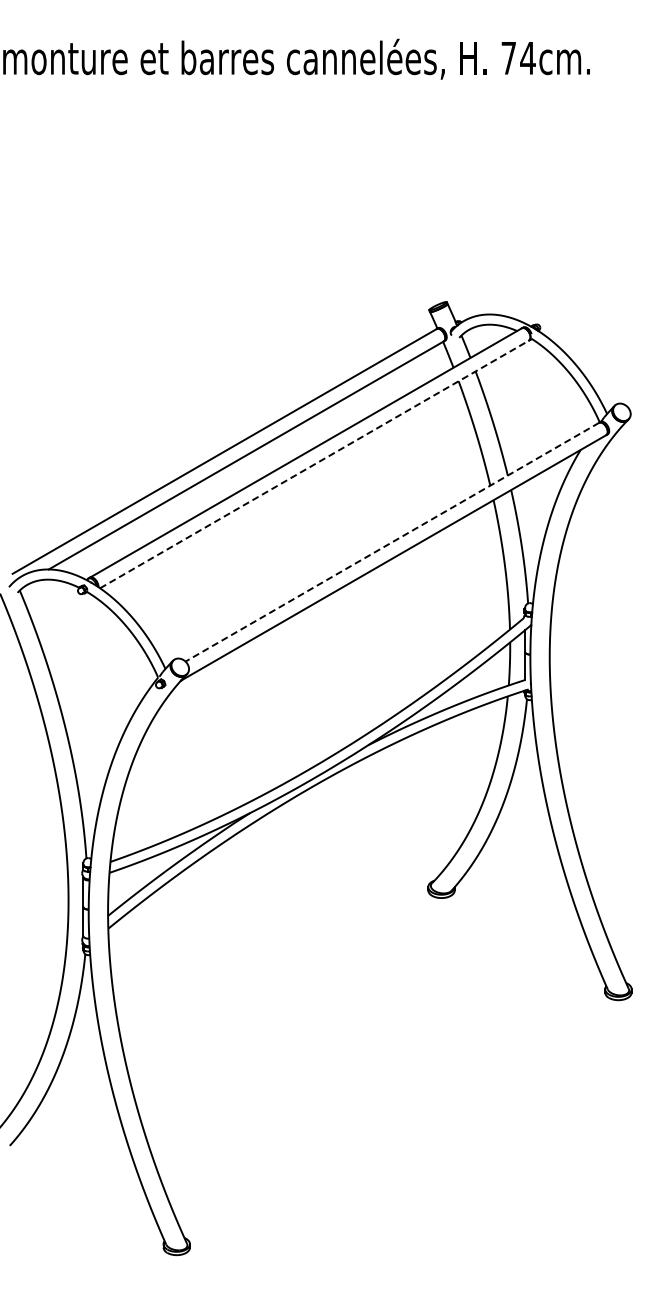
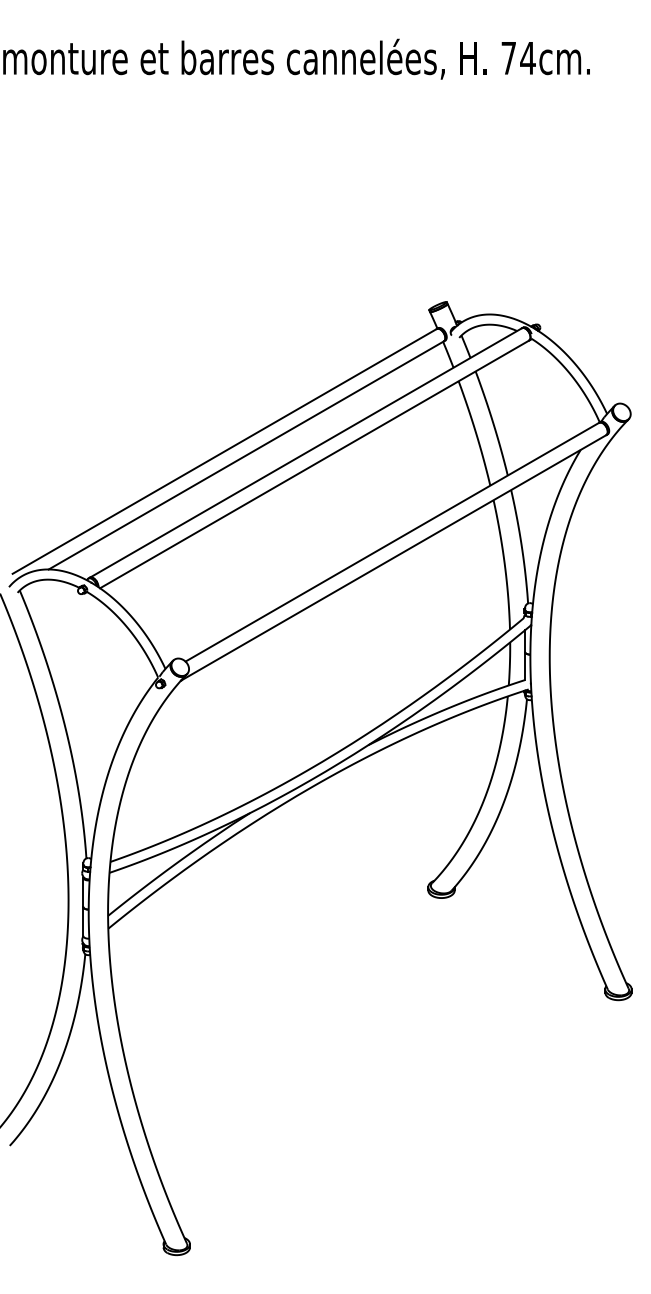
line at (314, 464): dashed -> solid
line at (392, 542): dashed -> solid
